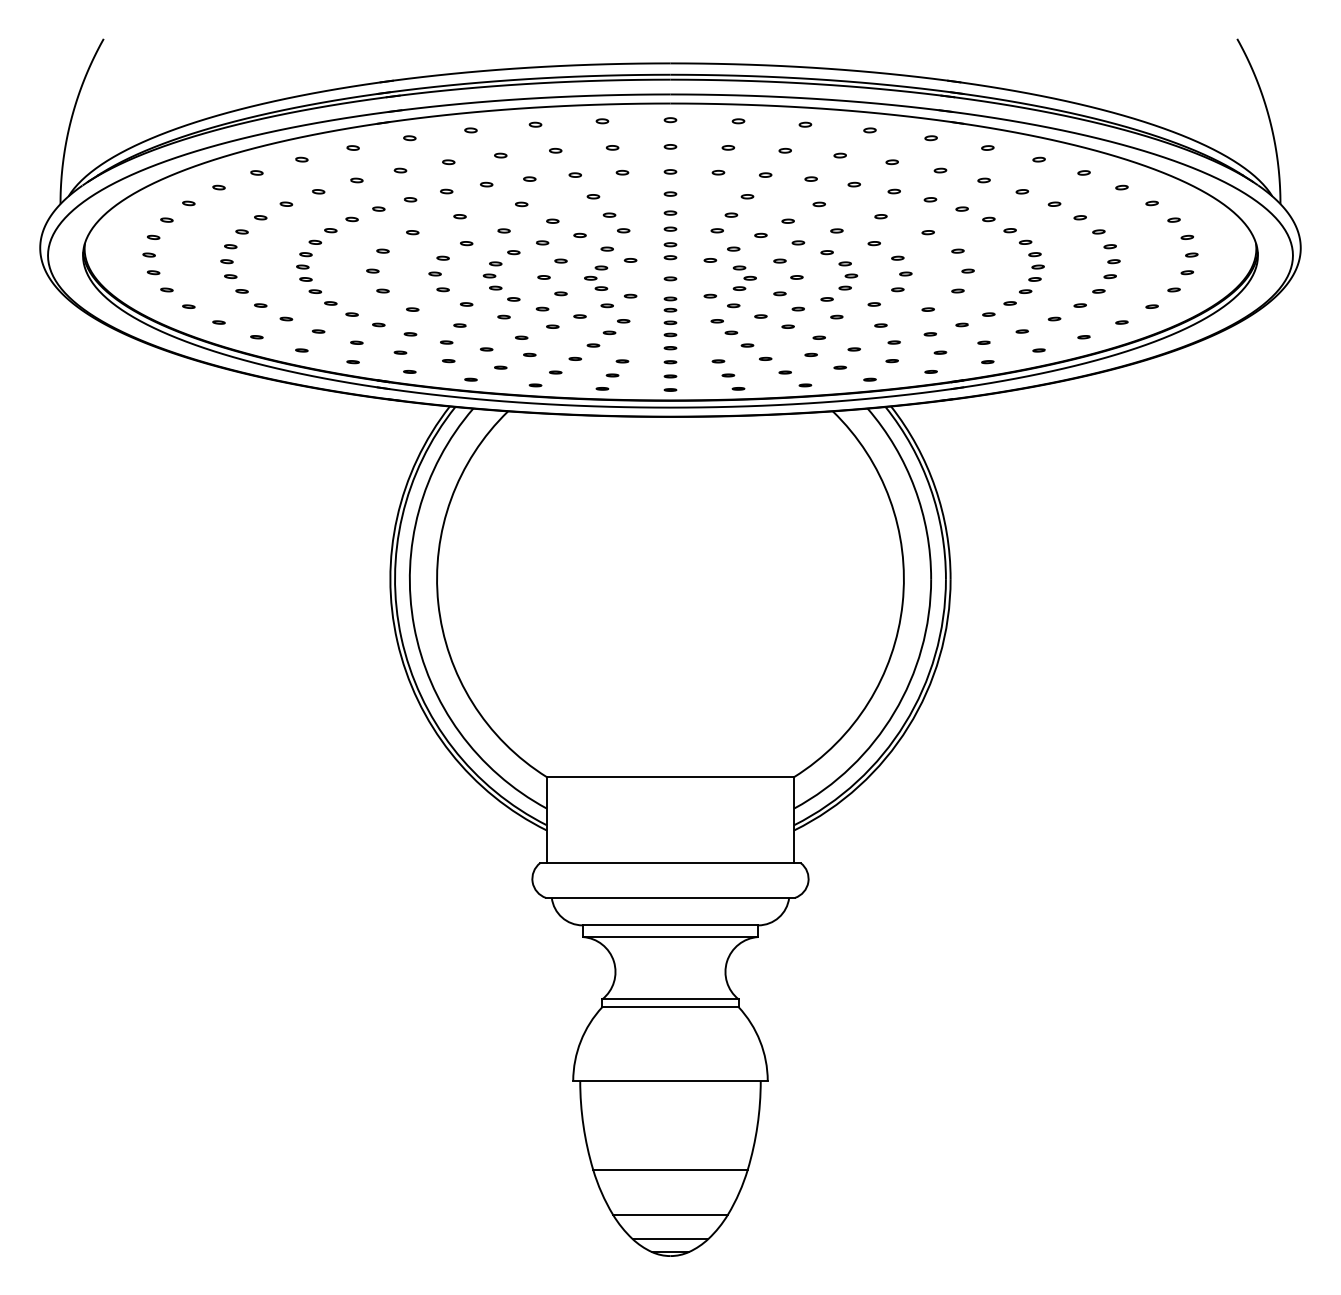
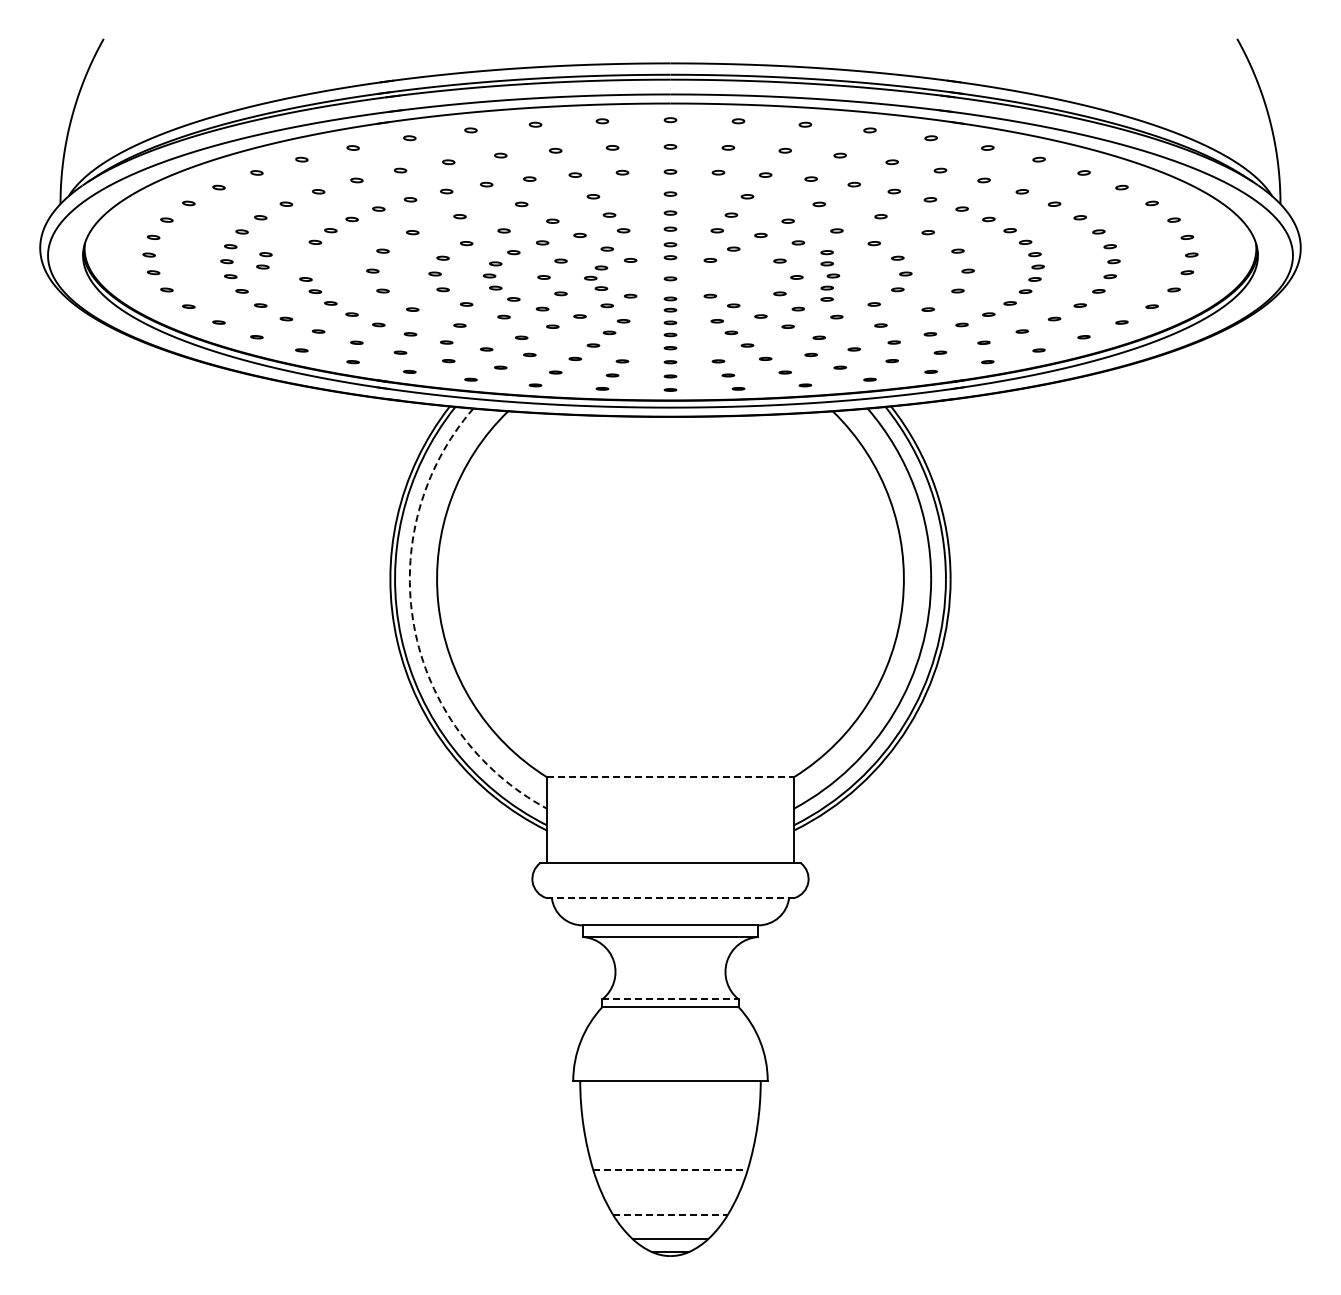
part at (304, 260) position: (304, 260) -> (264, 260)
part at (848, 275) position: (848, 275) -> (830, 275)
part at (744, 277): present -> none
arc at (414, 626): solid -> dashed
line at (670, 777): solid -> dashed
line at (670, 897): solid -> dashed
line at (670, 999): solid -> dashed
line at (670, 1169): solid -> dashed
line at (670, 1214): solid -> dashed
